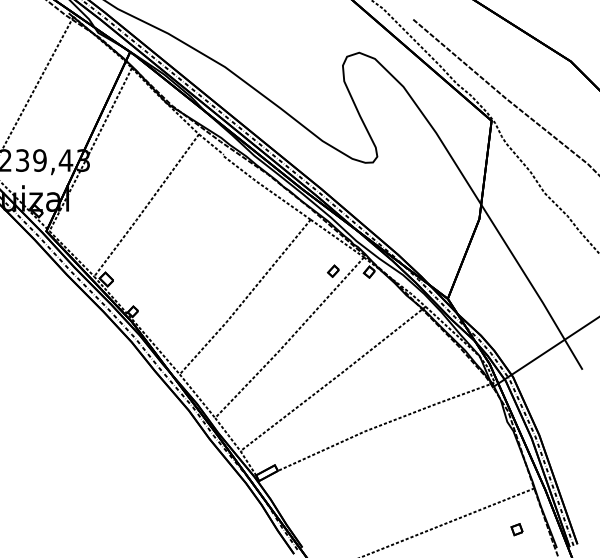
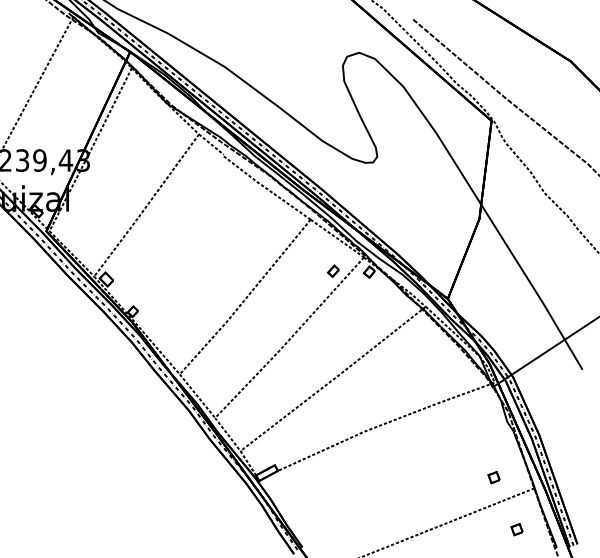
part at (493, 477): none -> present
